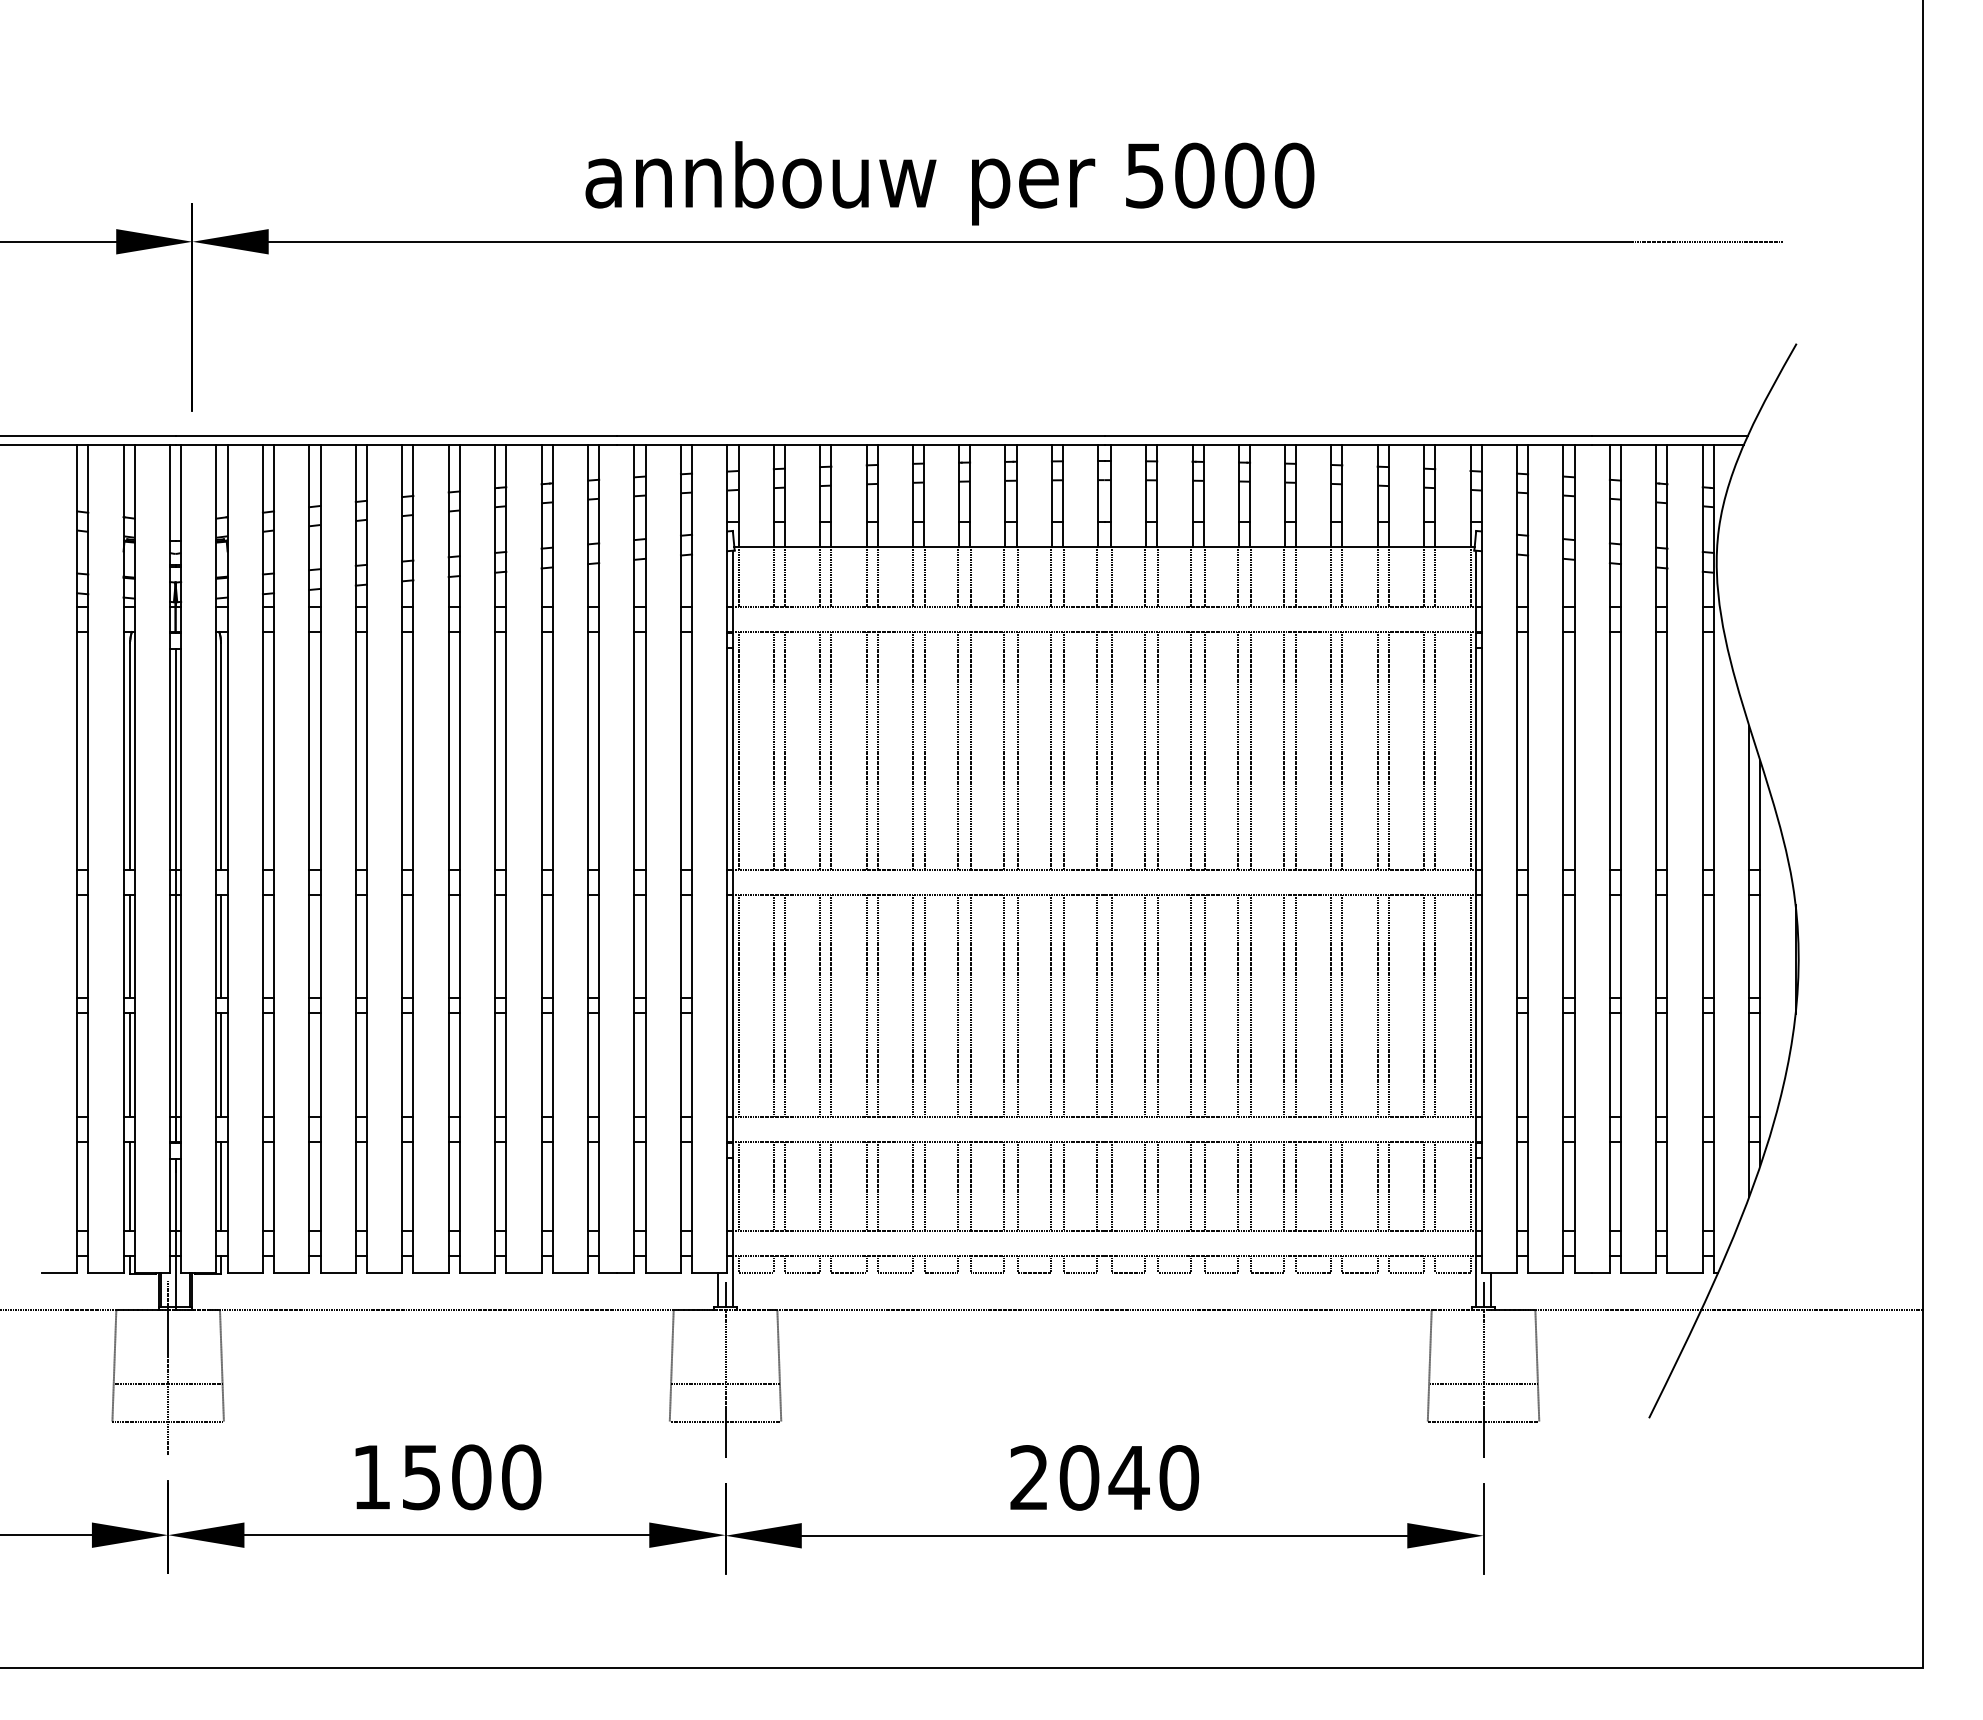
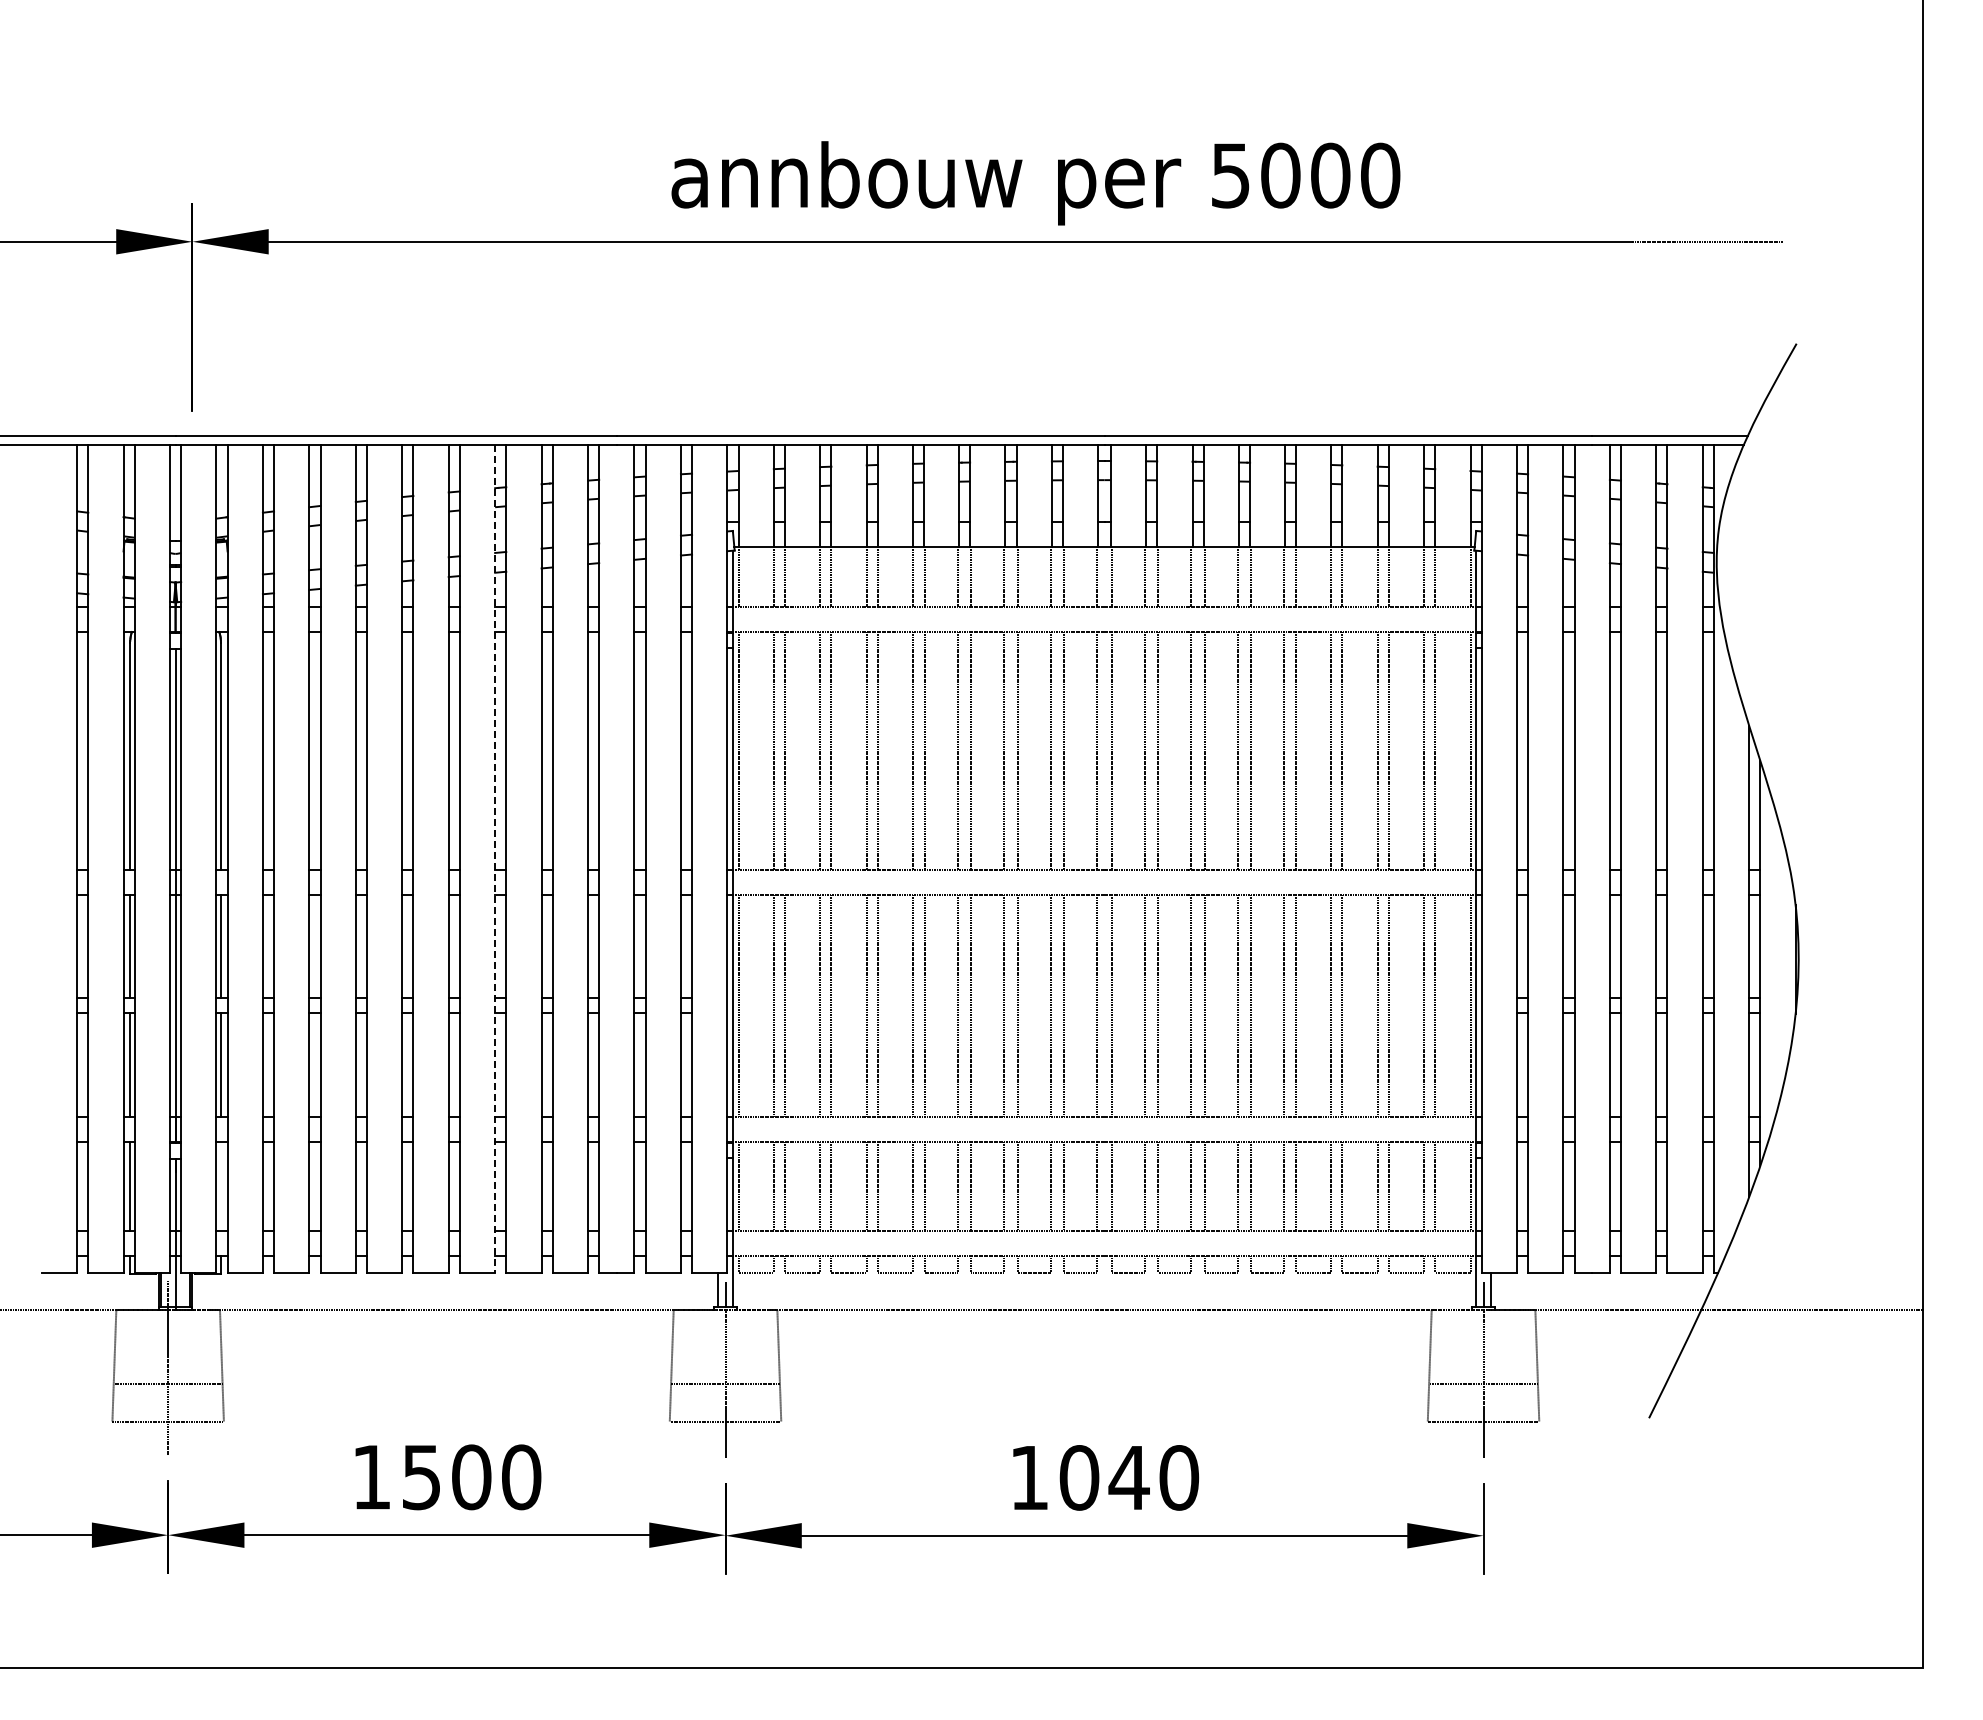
text at (949, 183) position: (949, 183) -> (1035, 183)
line at (495, 859): solid -> dashed
line at (220, 1185): present -> none
text at (1028, 1477): 2040 -> 1040
